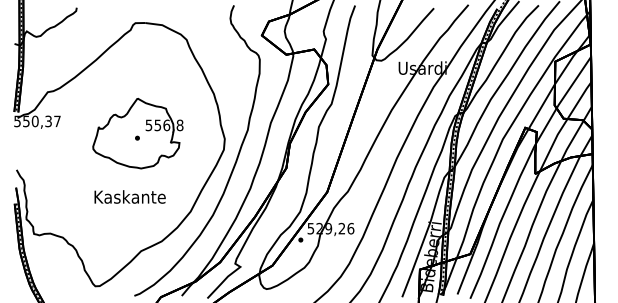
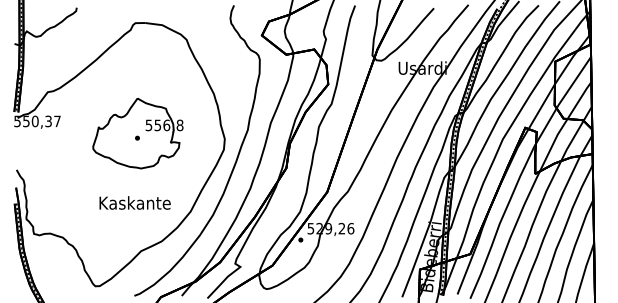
text at (129, 196) position: (129, 196) -> (134, 202)
